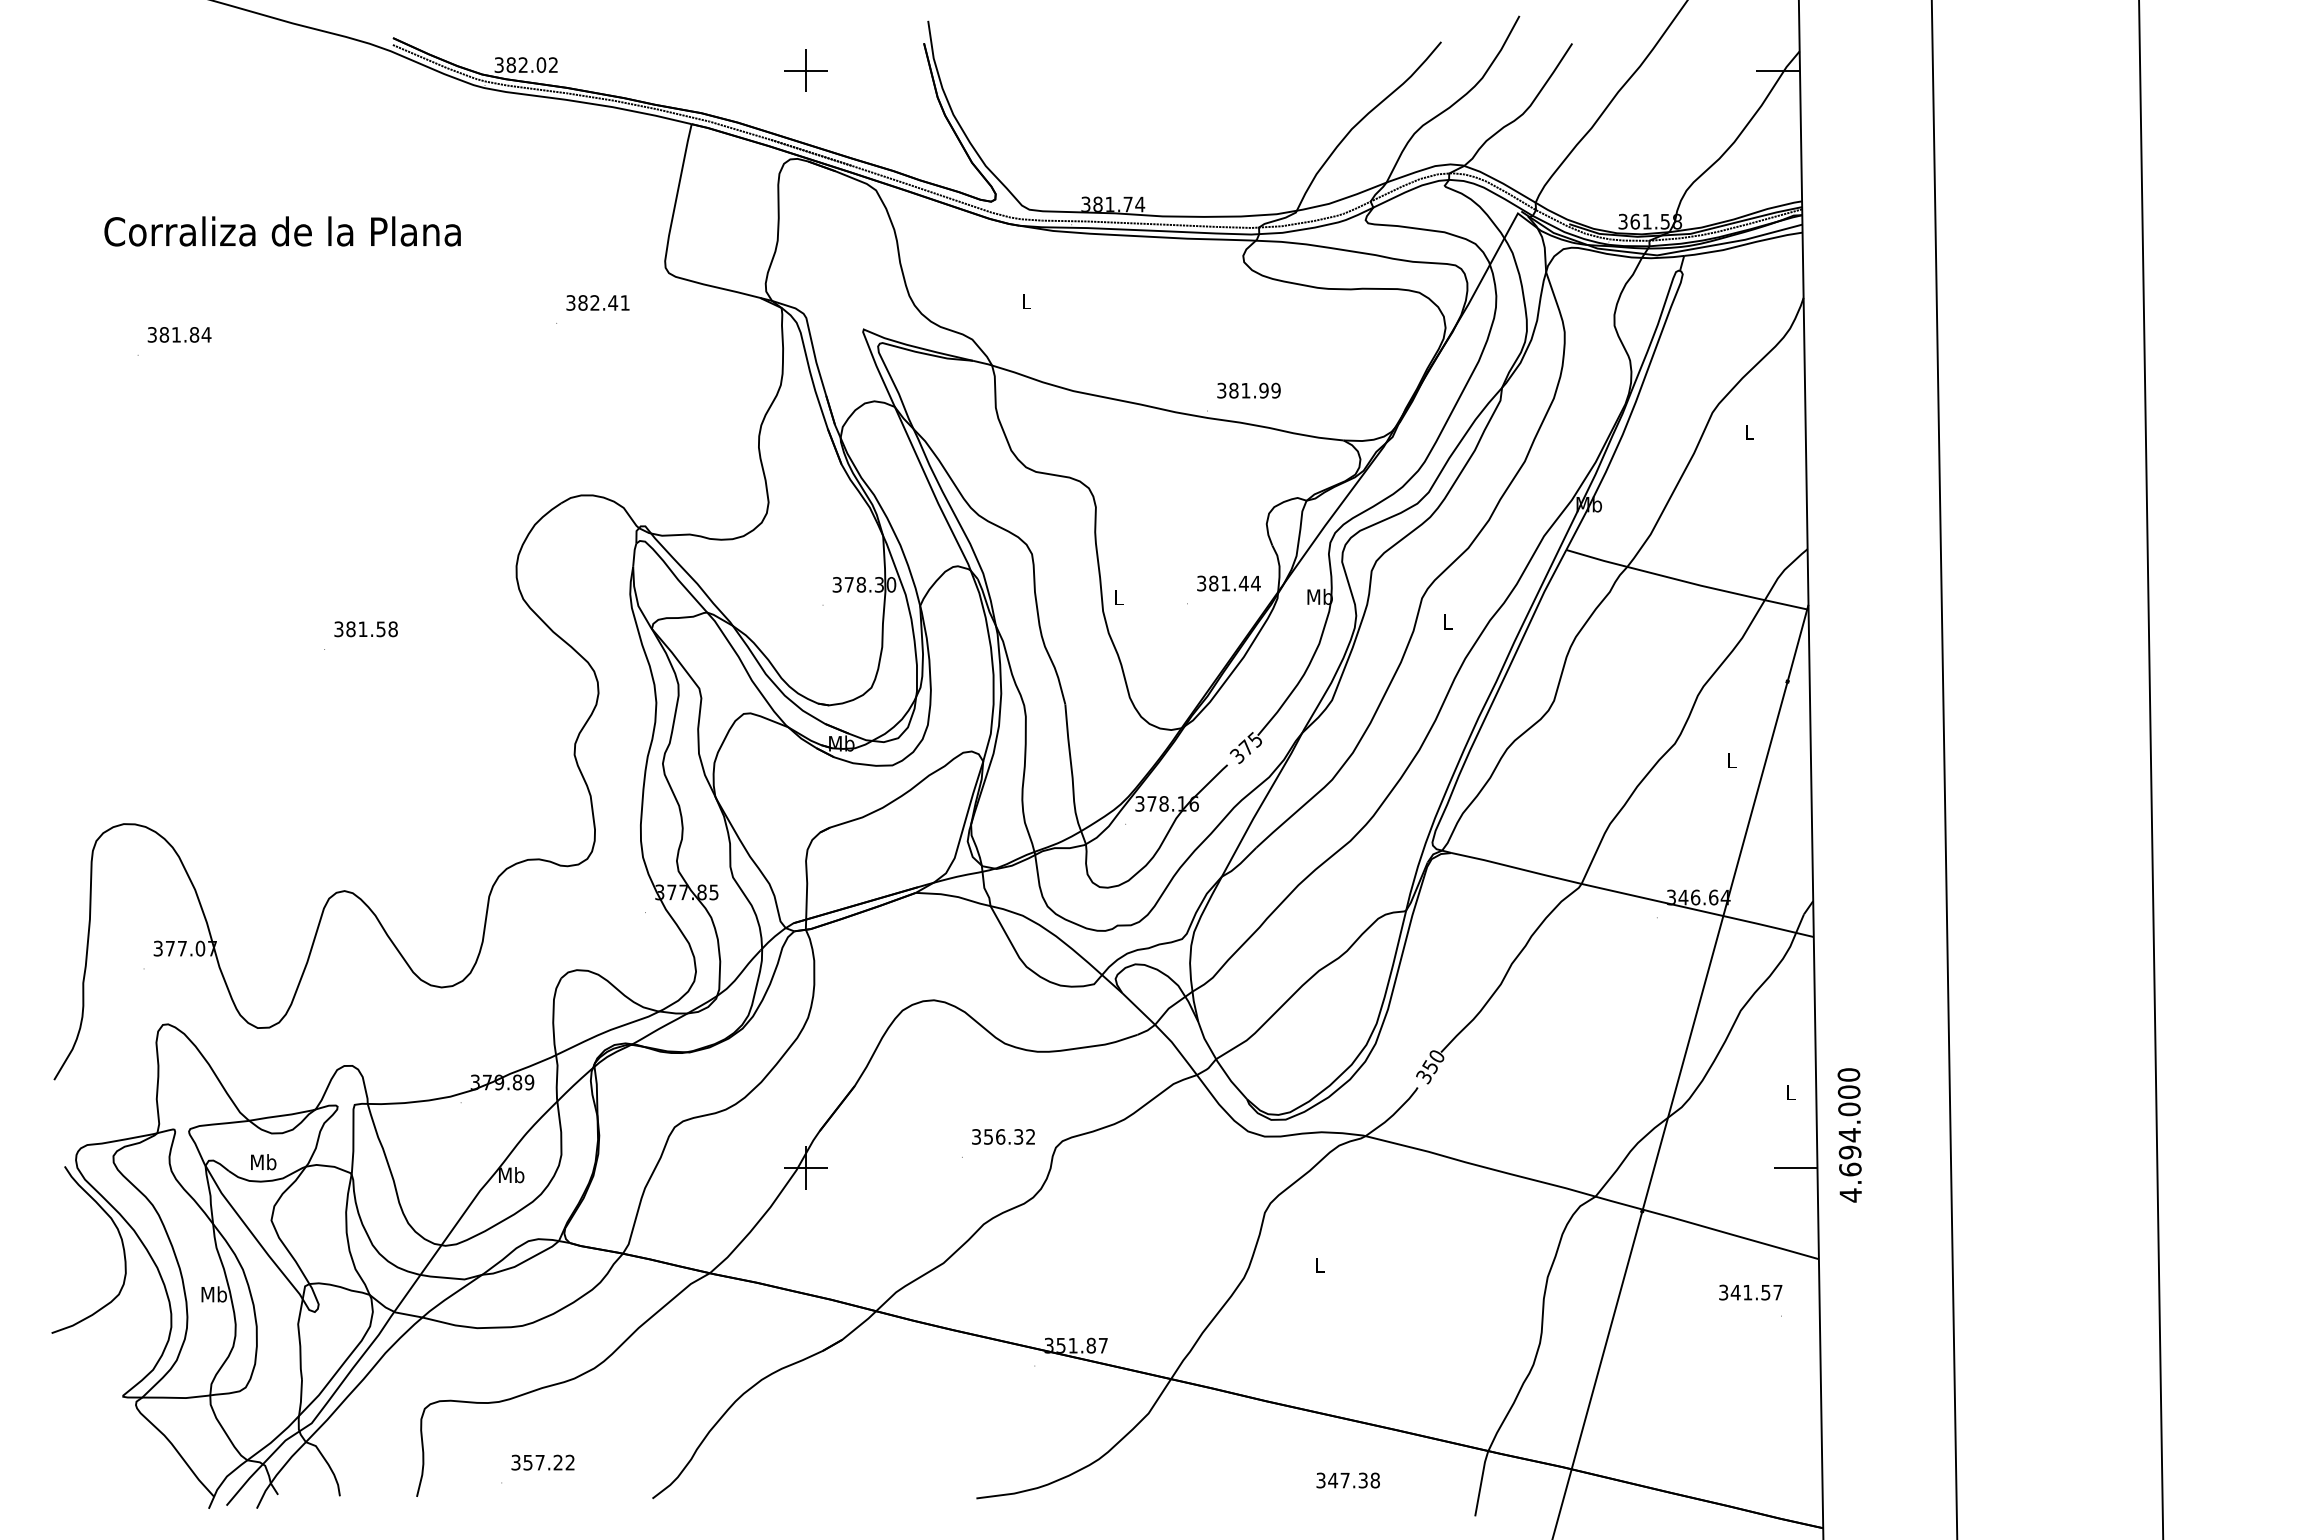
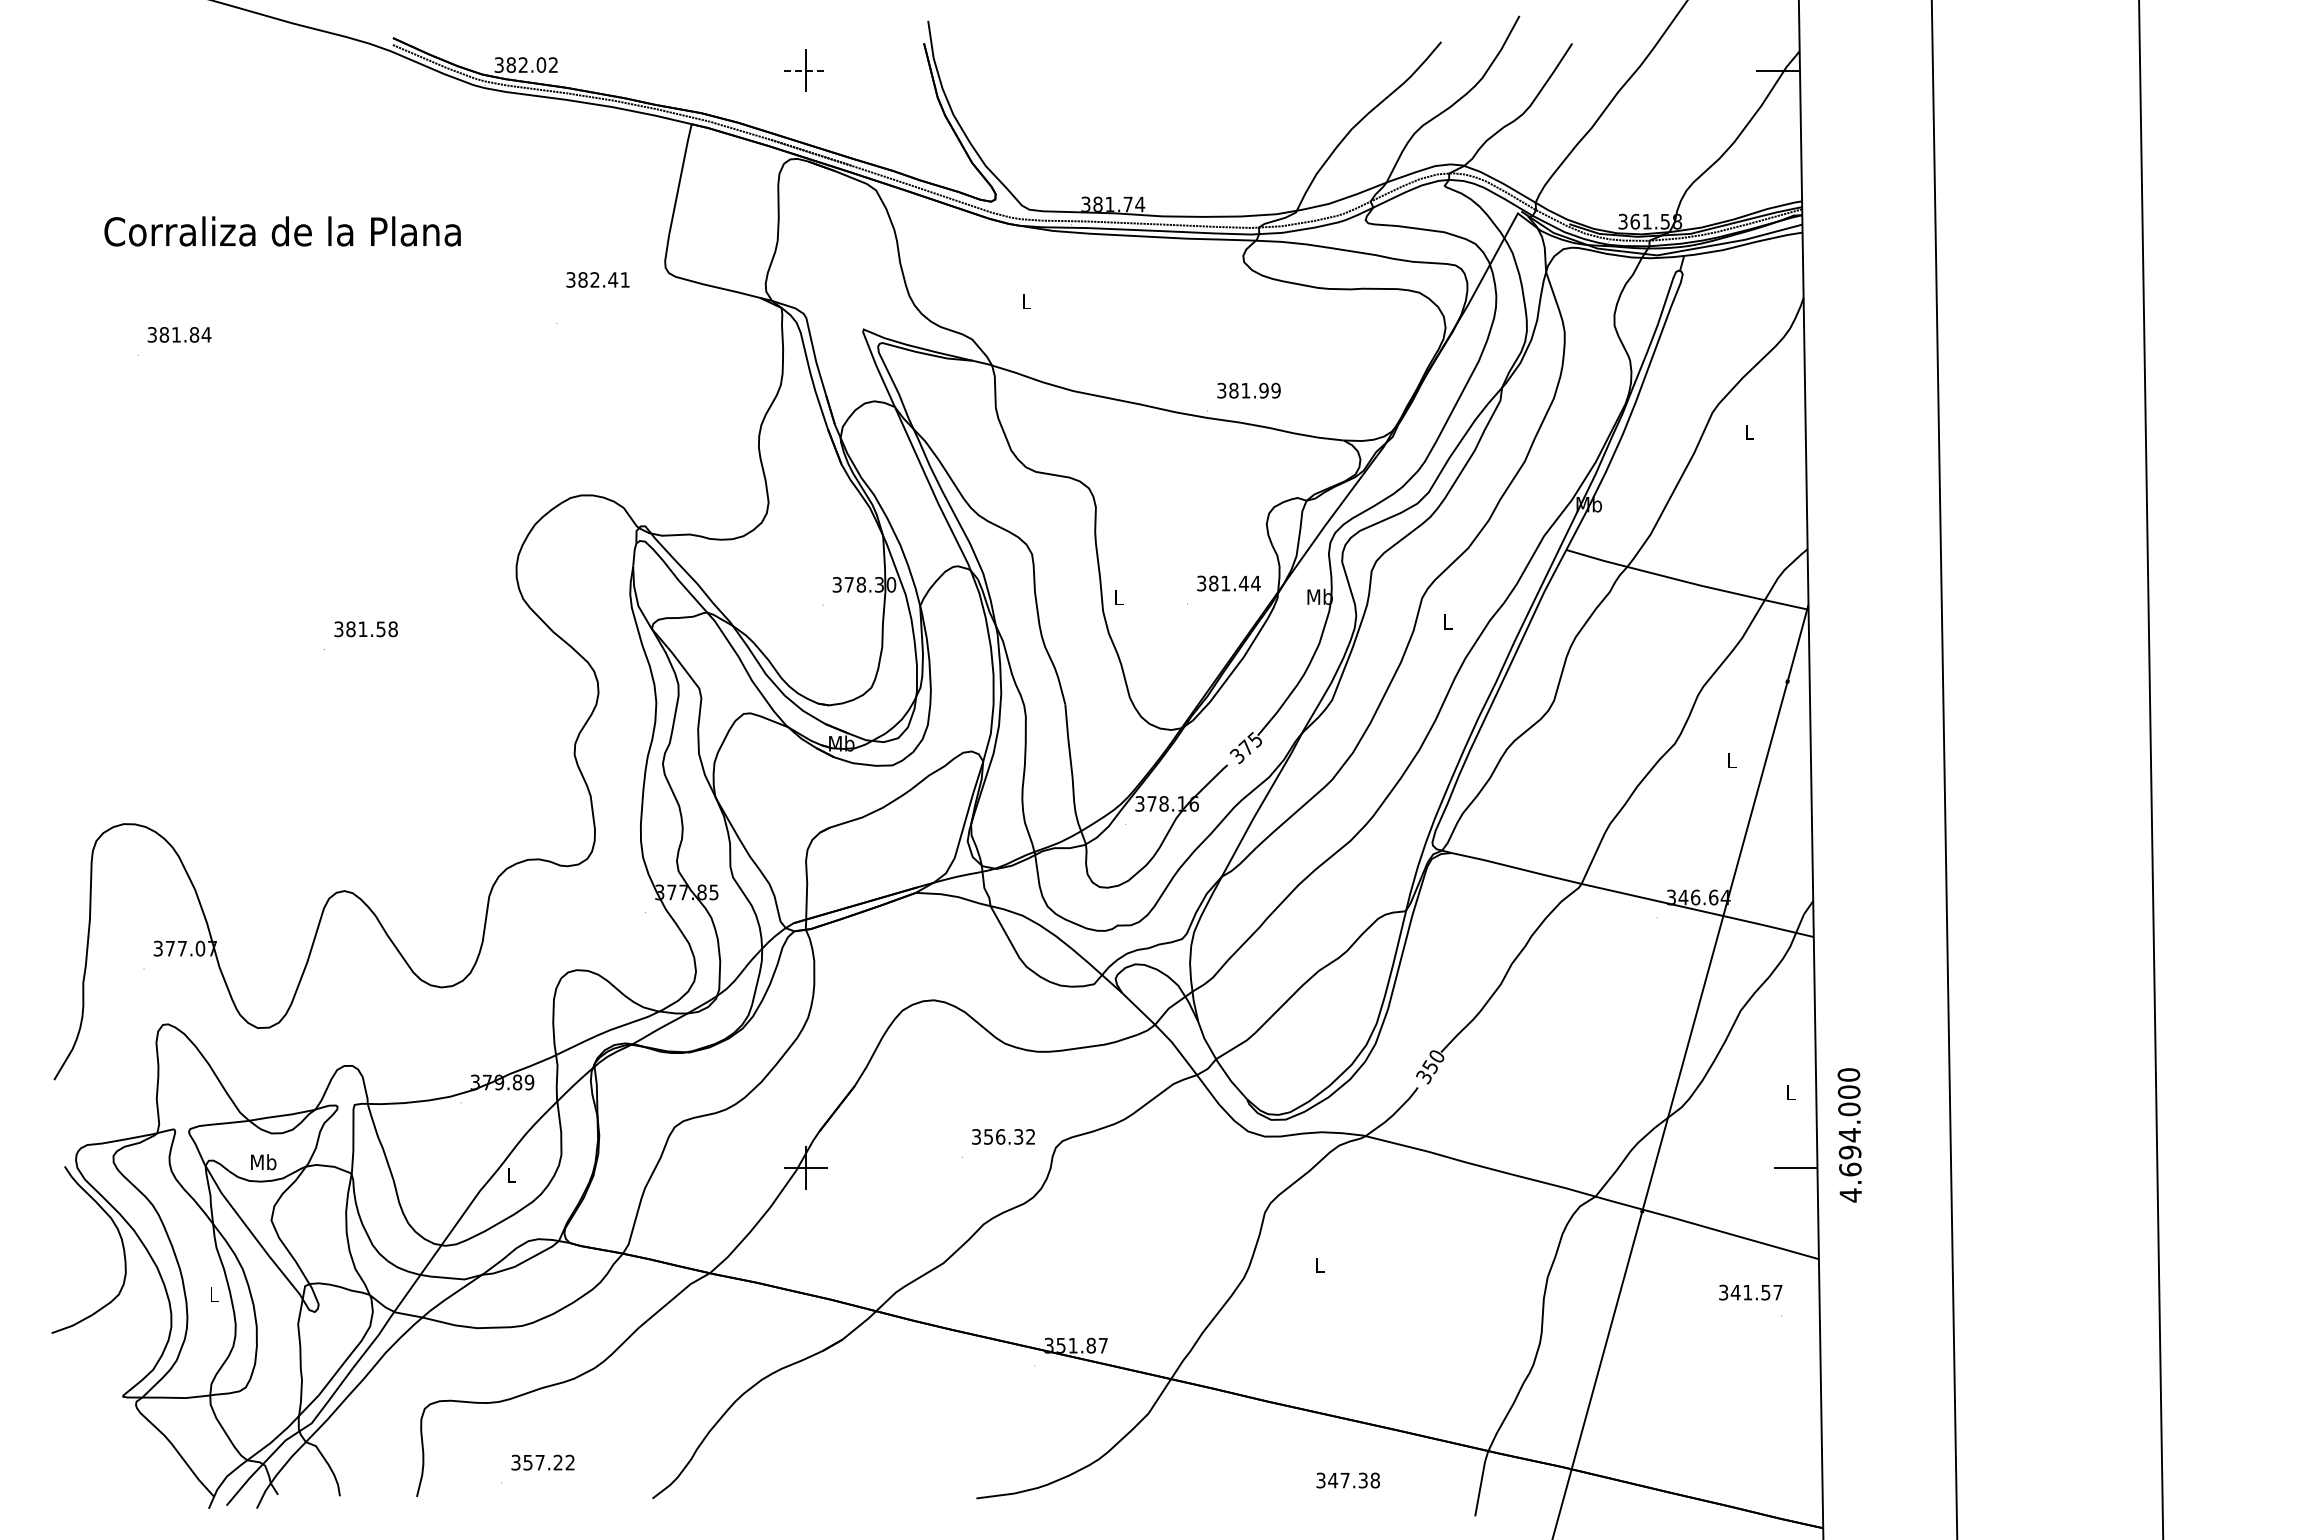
line at (805, 70): solid -> dashed
text at (597, 302) position: (597, 302) -> (597, 279)
text at (511, 1175): Mb -> L
text at (213, 1294): Mb -> L
